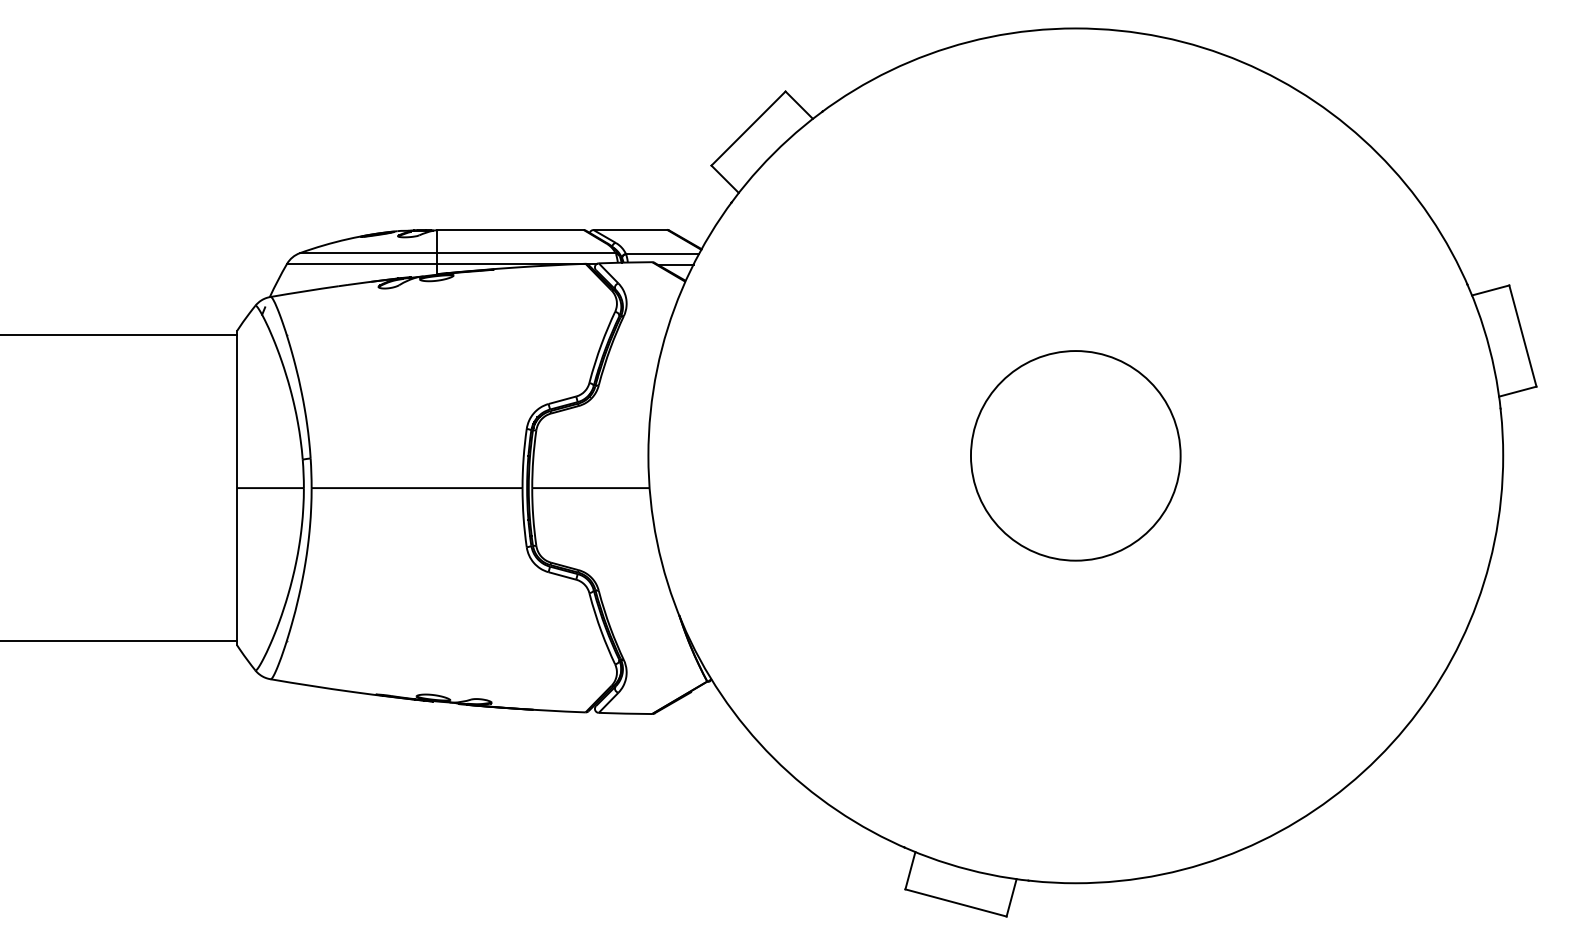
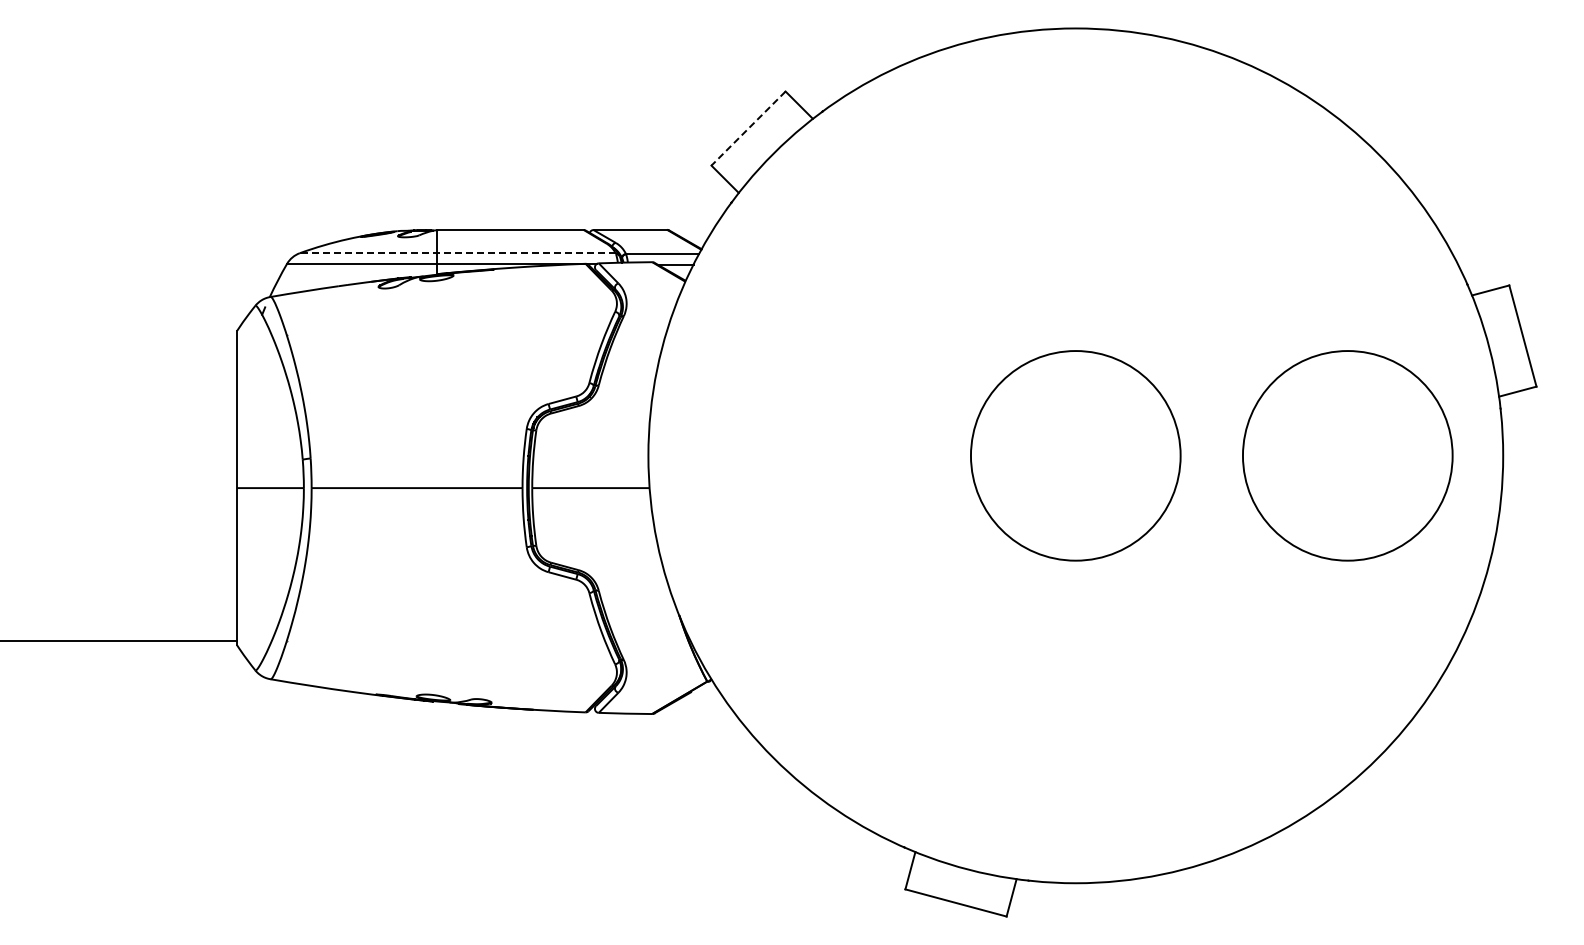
line at (748, 128): solid -> dashed
line at (457, 253): solid -> dashed
line at (119, 334): present -> none
circle at (1347, 455): none -> present
